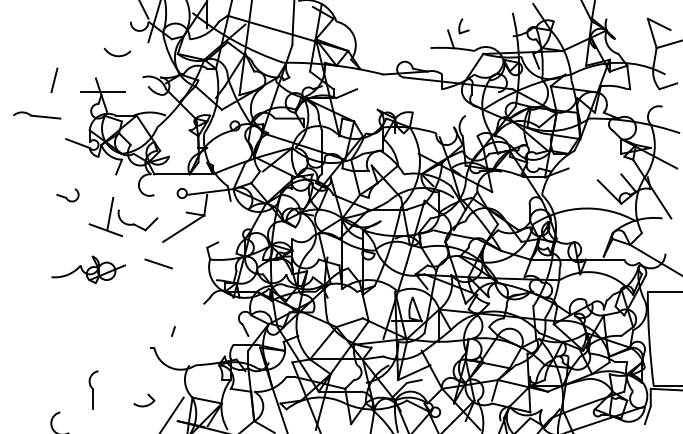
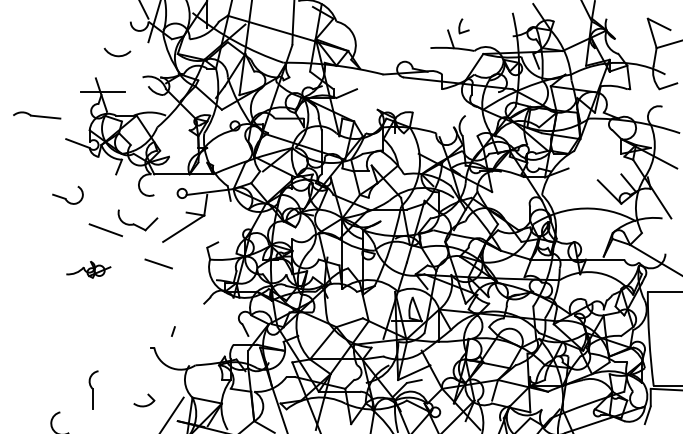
line at (54, 80): present -> none
part at (67, 195) size: 24x15 px -> 32x19 px
line at (110, 213): present -> none
part at (88, 269) size: 75x30 px -> 46x18 px
